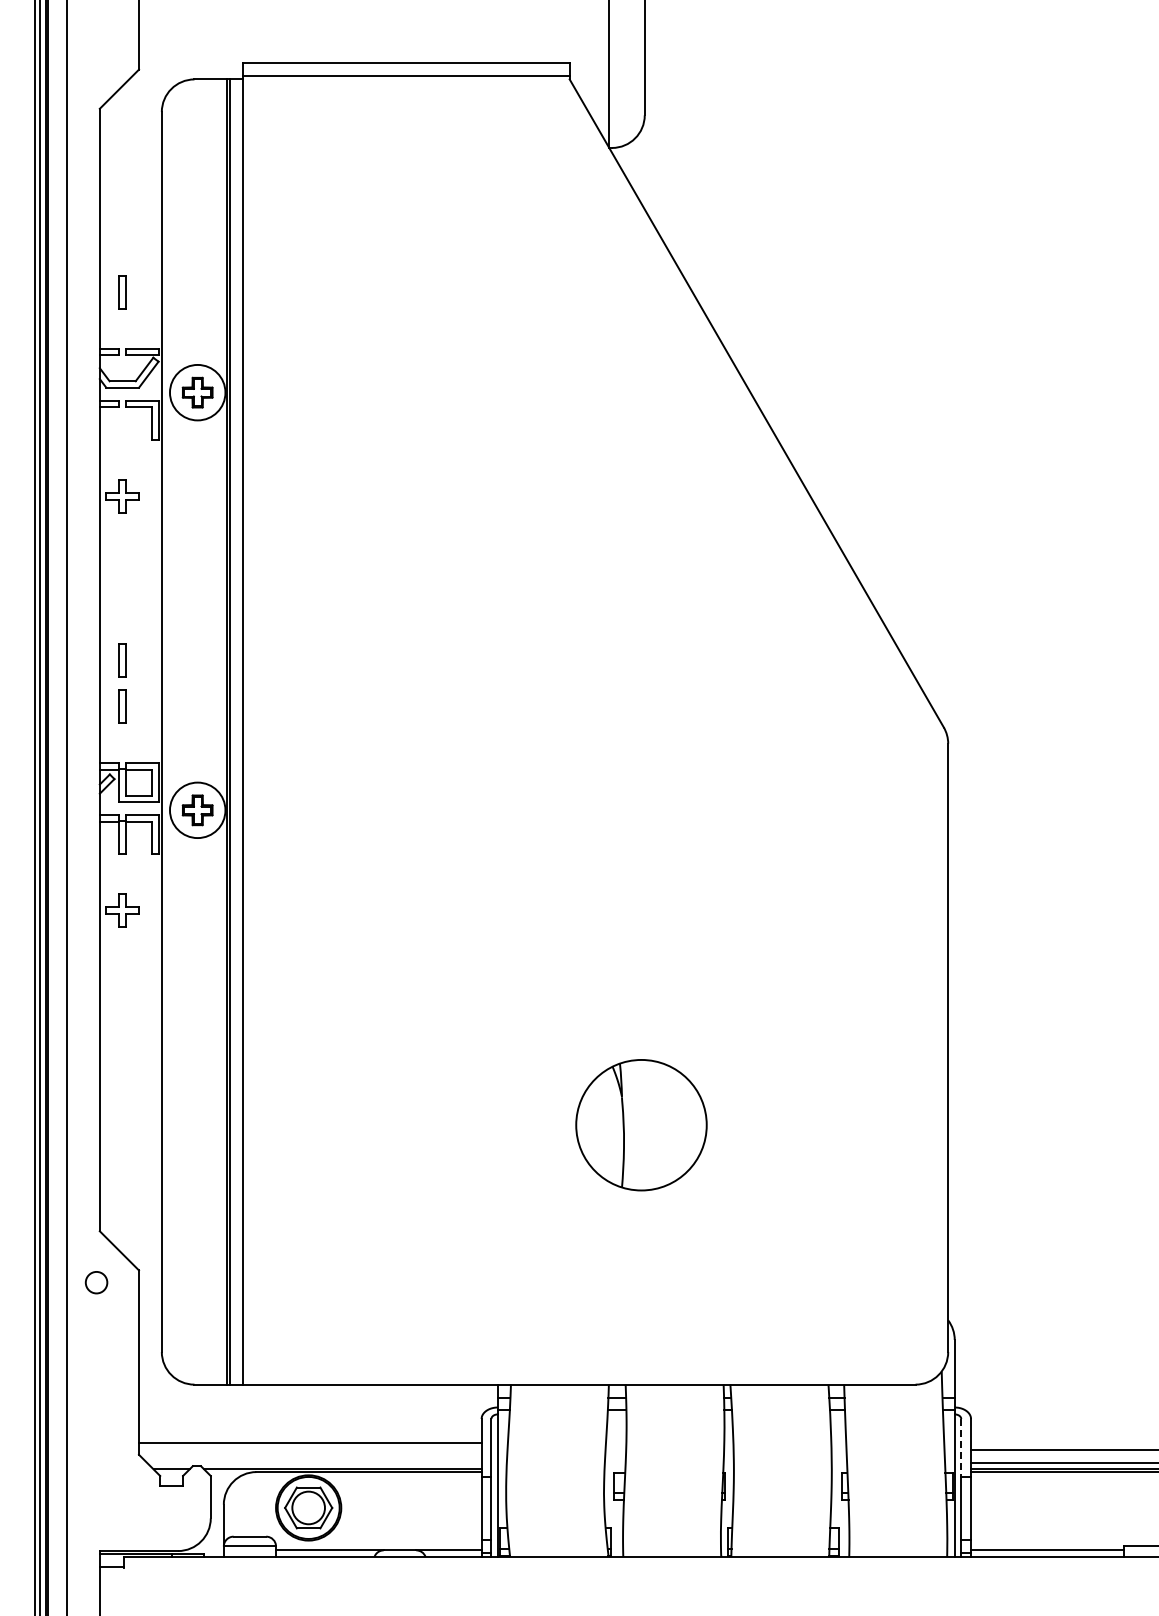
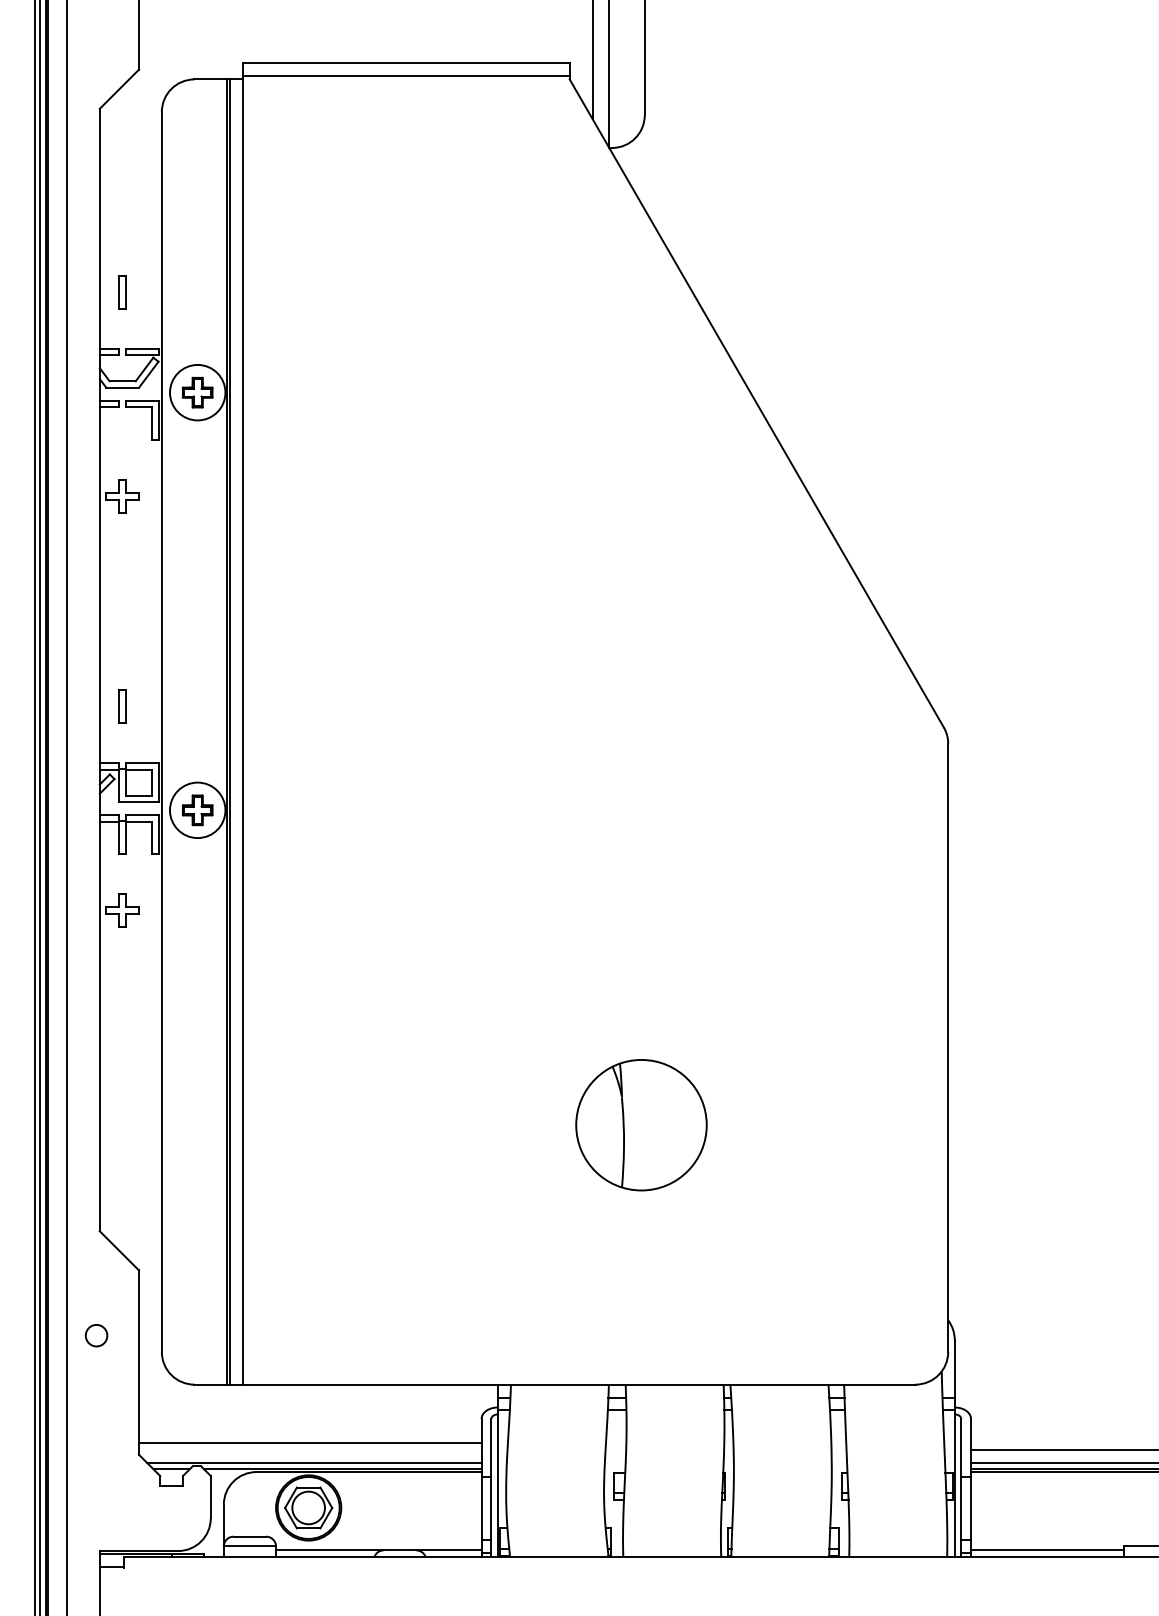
line at (592, 60): none -> present
part at (122, 660): present -> none
circle at (96, 1282) position: (96, 1282) -> (96, 1335)
line at (961, 1447): dashed -> solid
line at (314, 1462): none -> present
